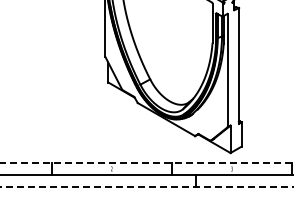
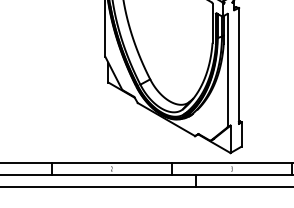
line at (147, 163): dashed -> solid
line at (147, 187): dashed -> solid
